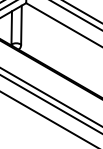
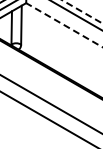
line at (82, 12): solid -> dashed
line at (64, 25): solid -> dashed
line at (50, 97): present -> none
